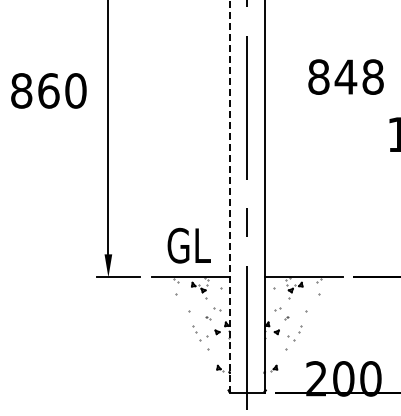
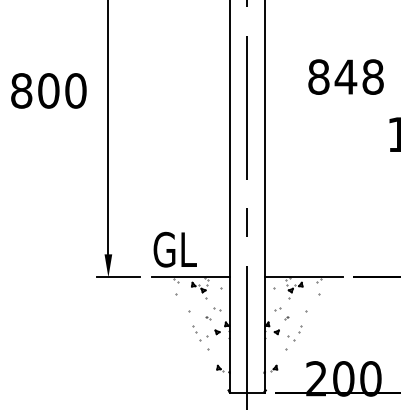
text at (48, 90): 860 -> 800
line at (229, 195): dashed -> solid
text at (188, 245) position: (188, 245) -> (174, 249)
